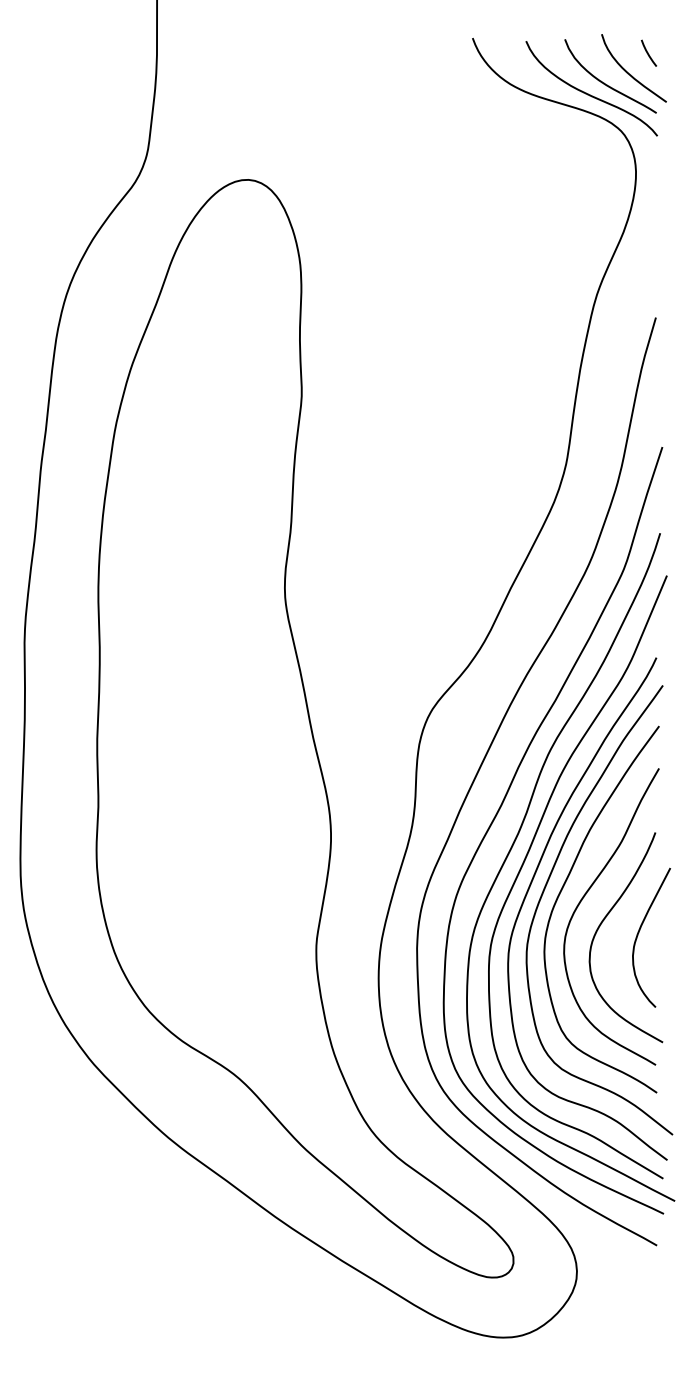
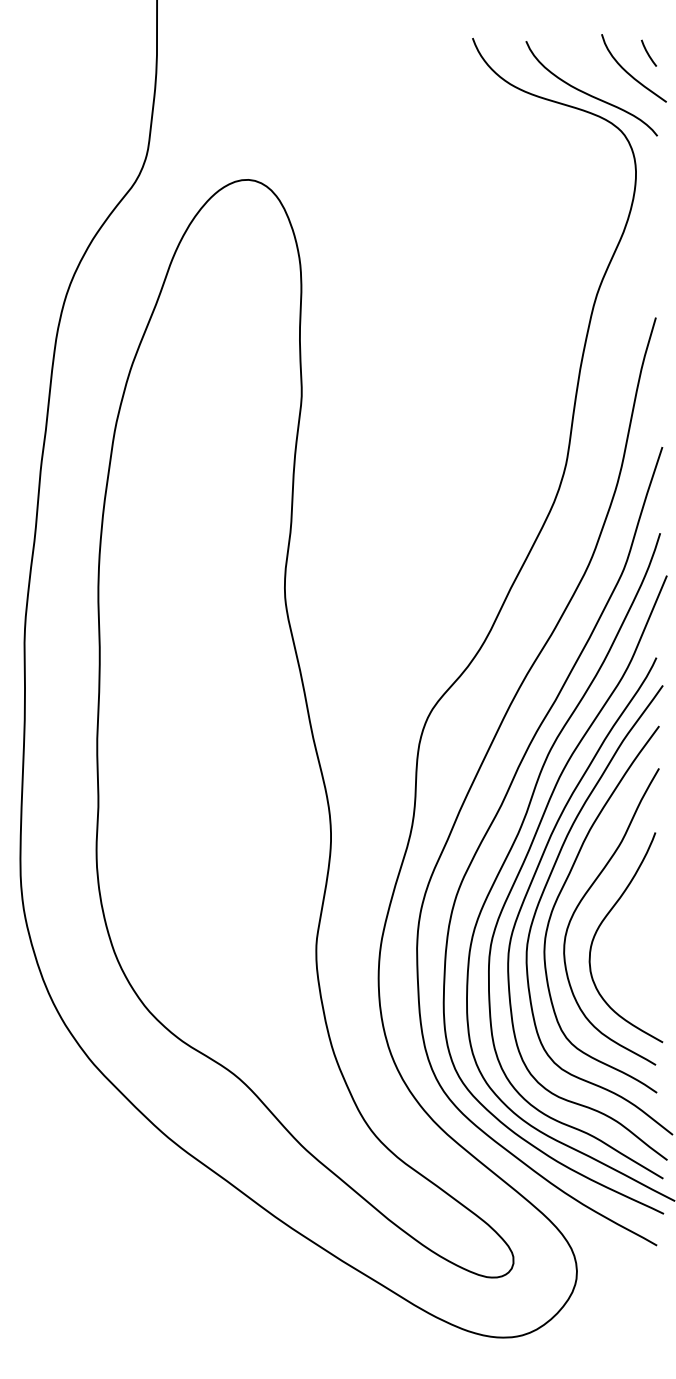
curve at (604, 82): present -> none
curve at (639, 932): present -> none
